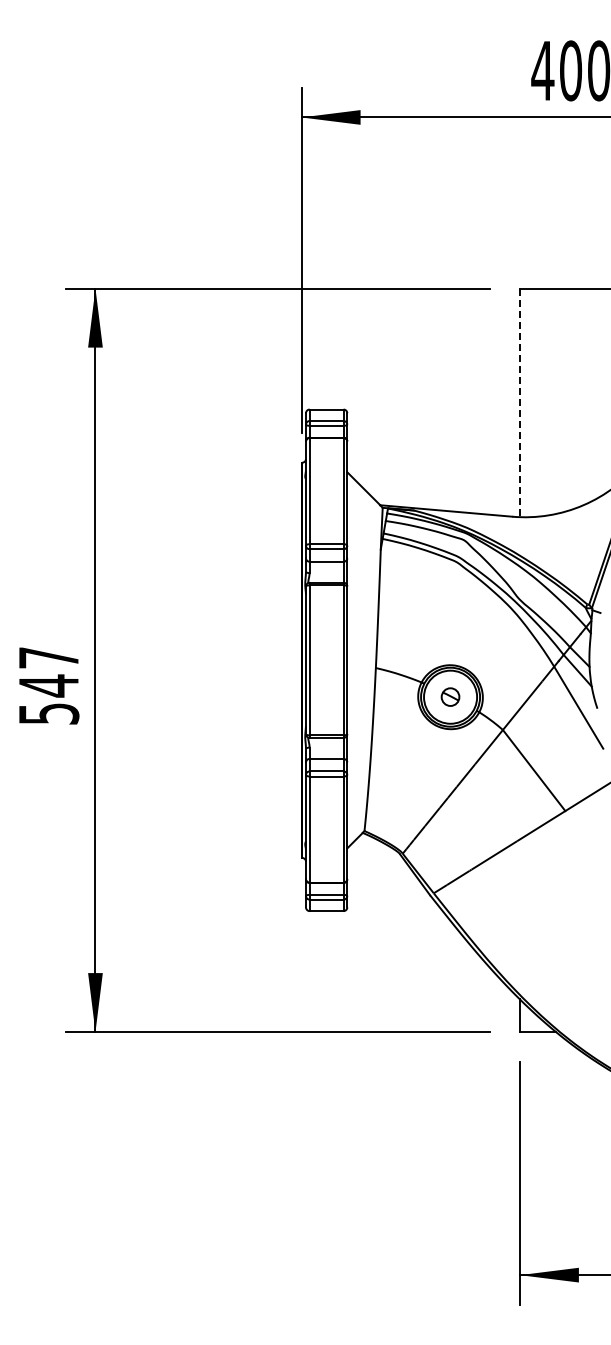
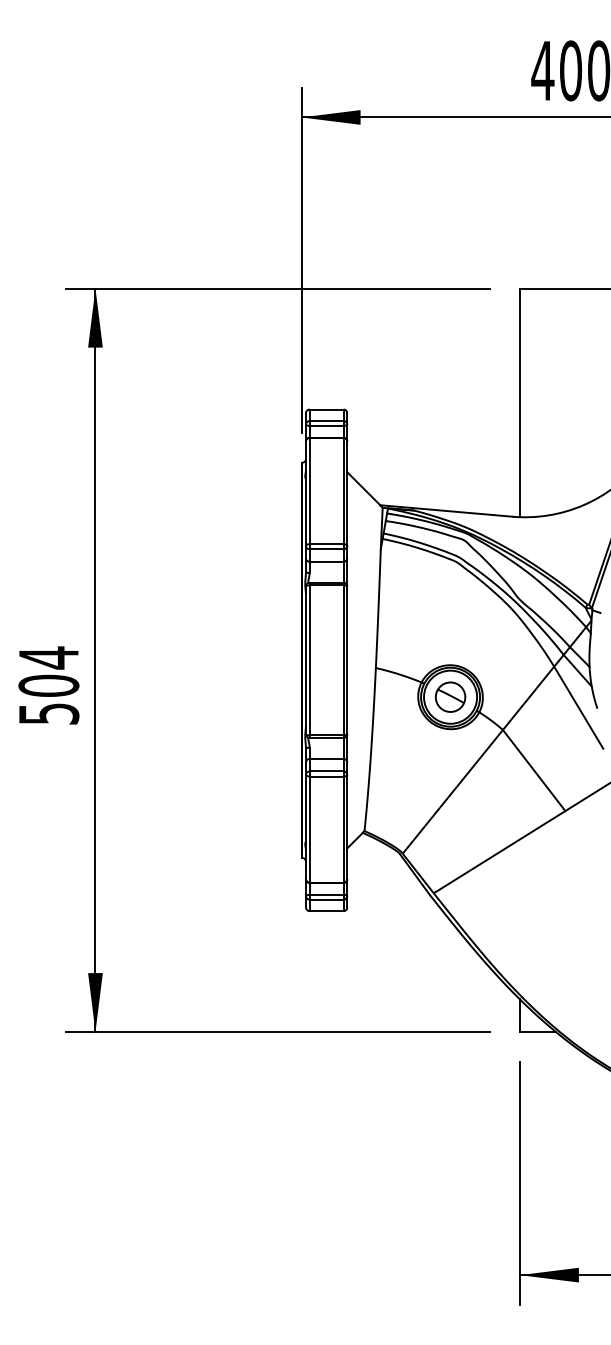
line at (519, 403): dashed -> solid
text at (48, 671): 547 -> 504
part at (450, 696) size: 21x20 px -> 33x32 px
